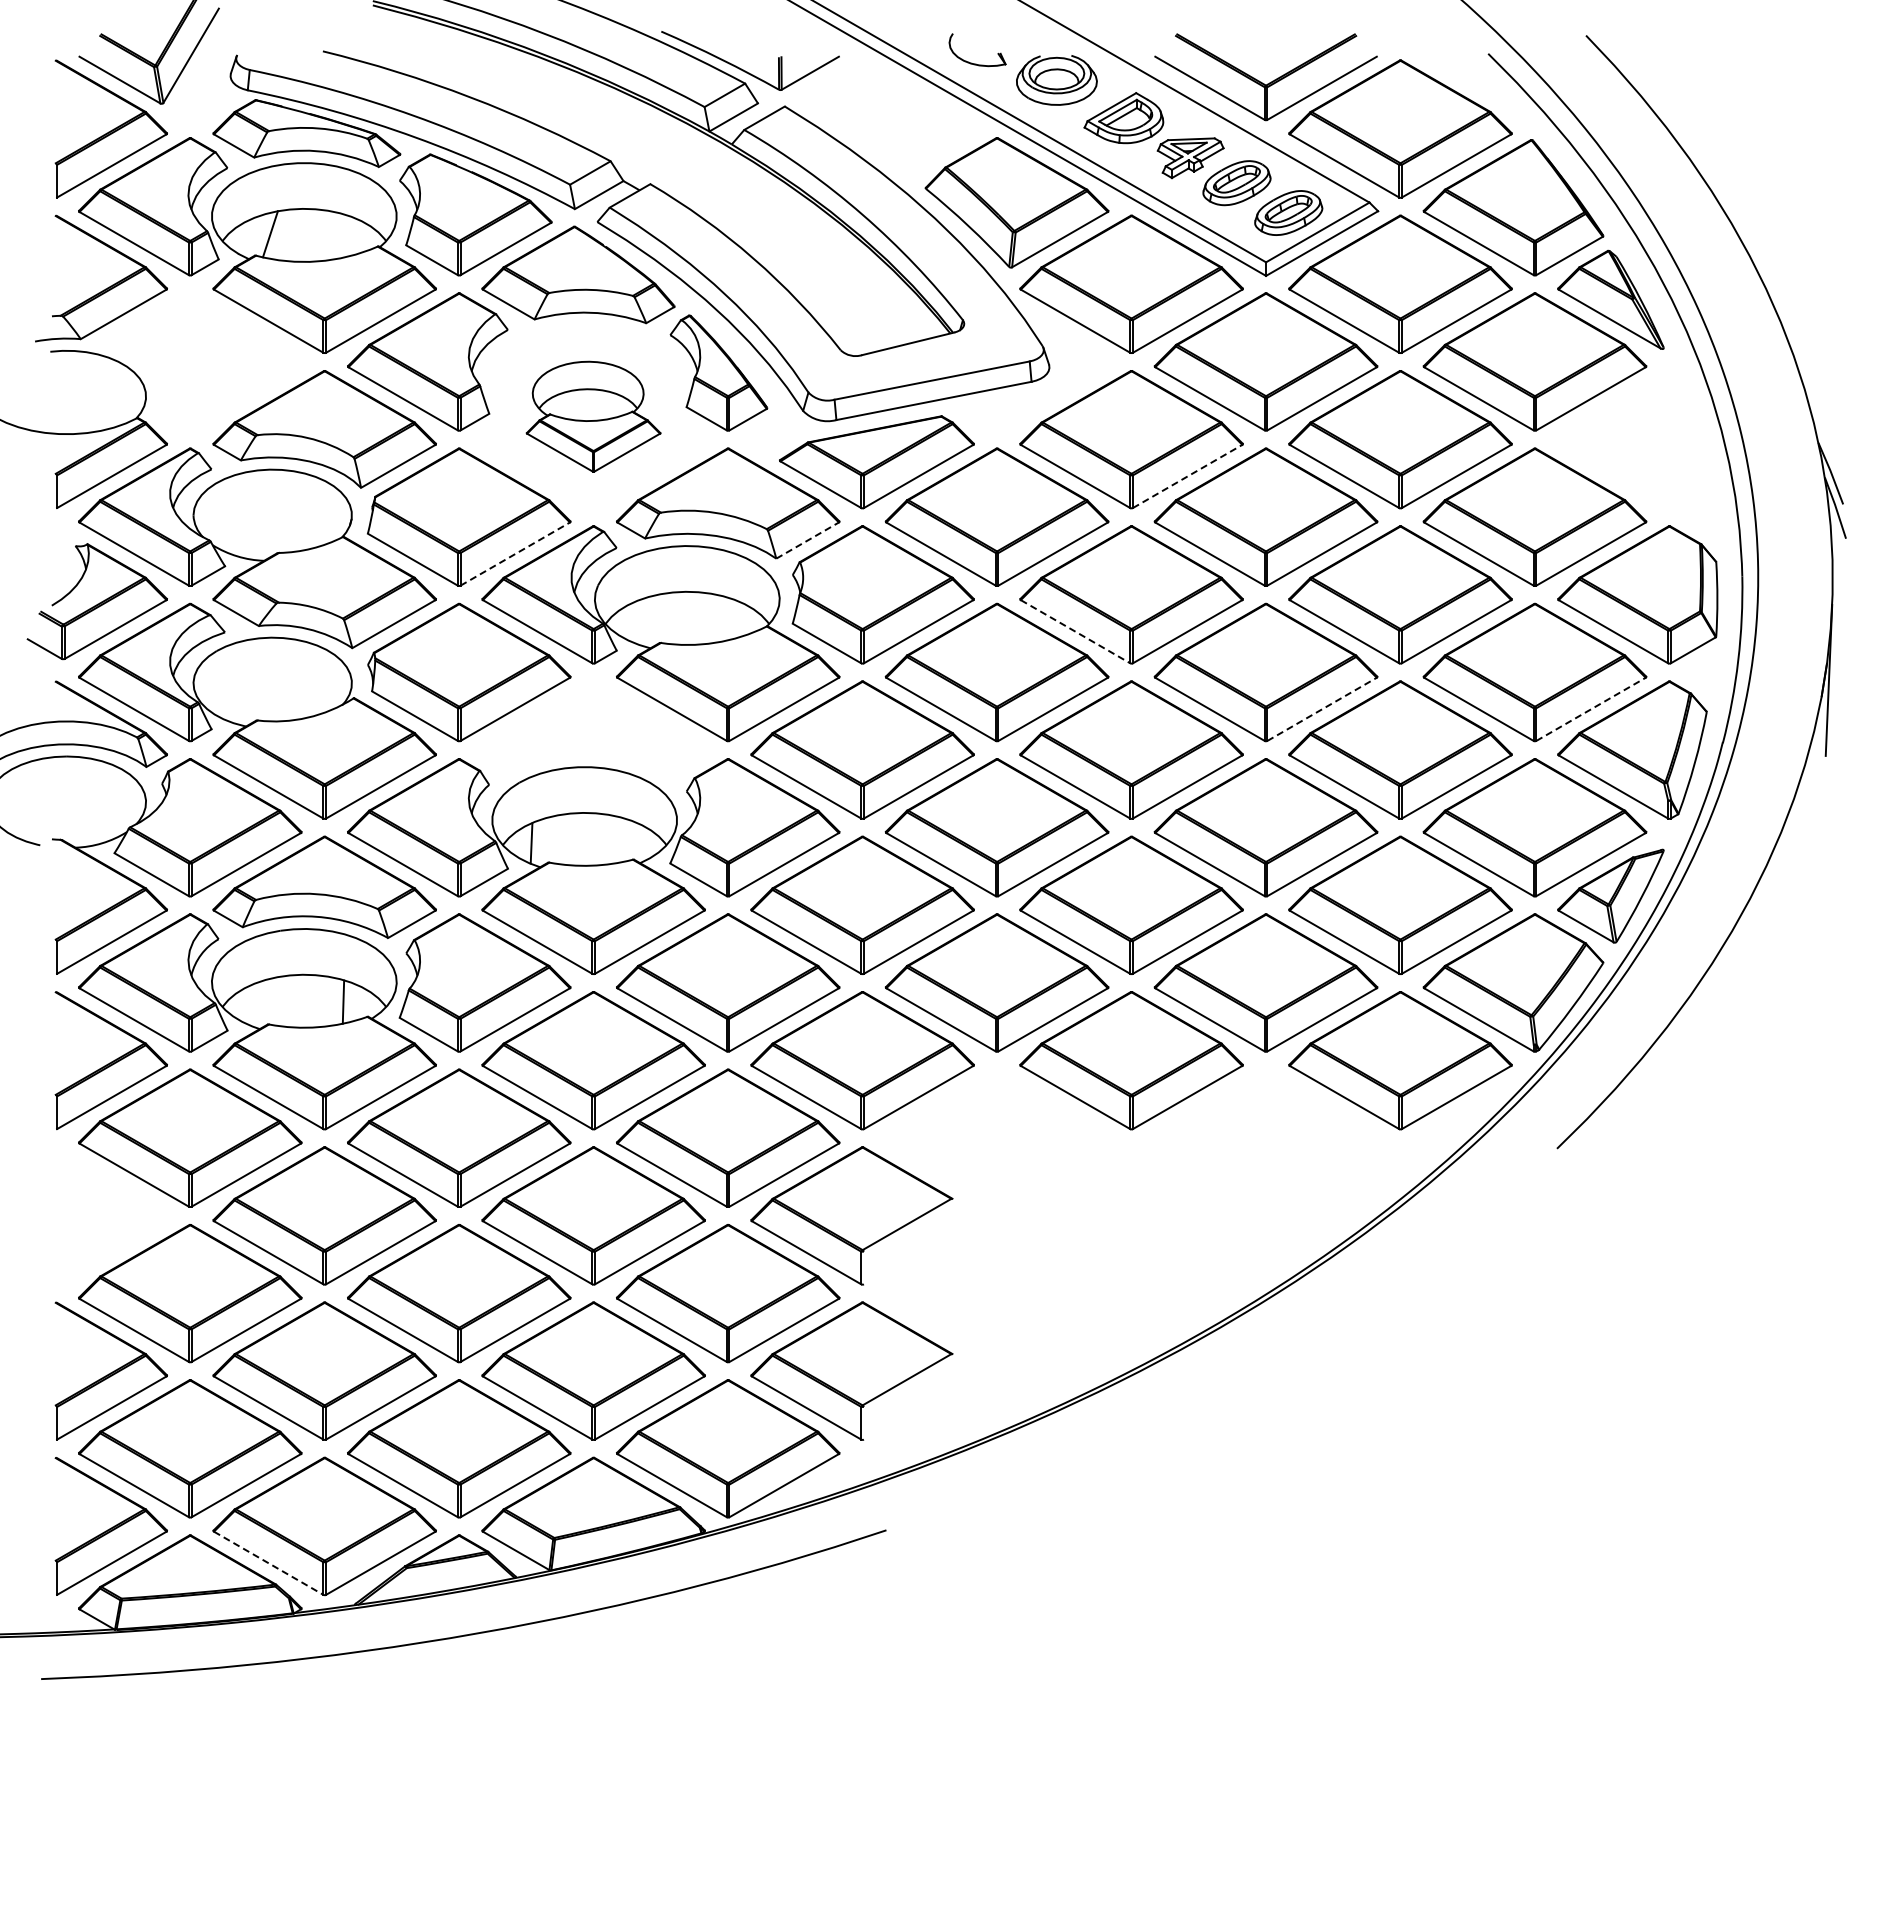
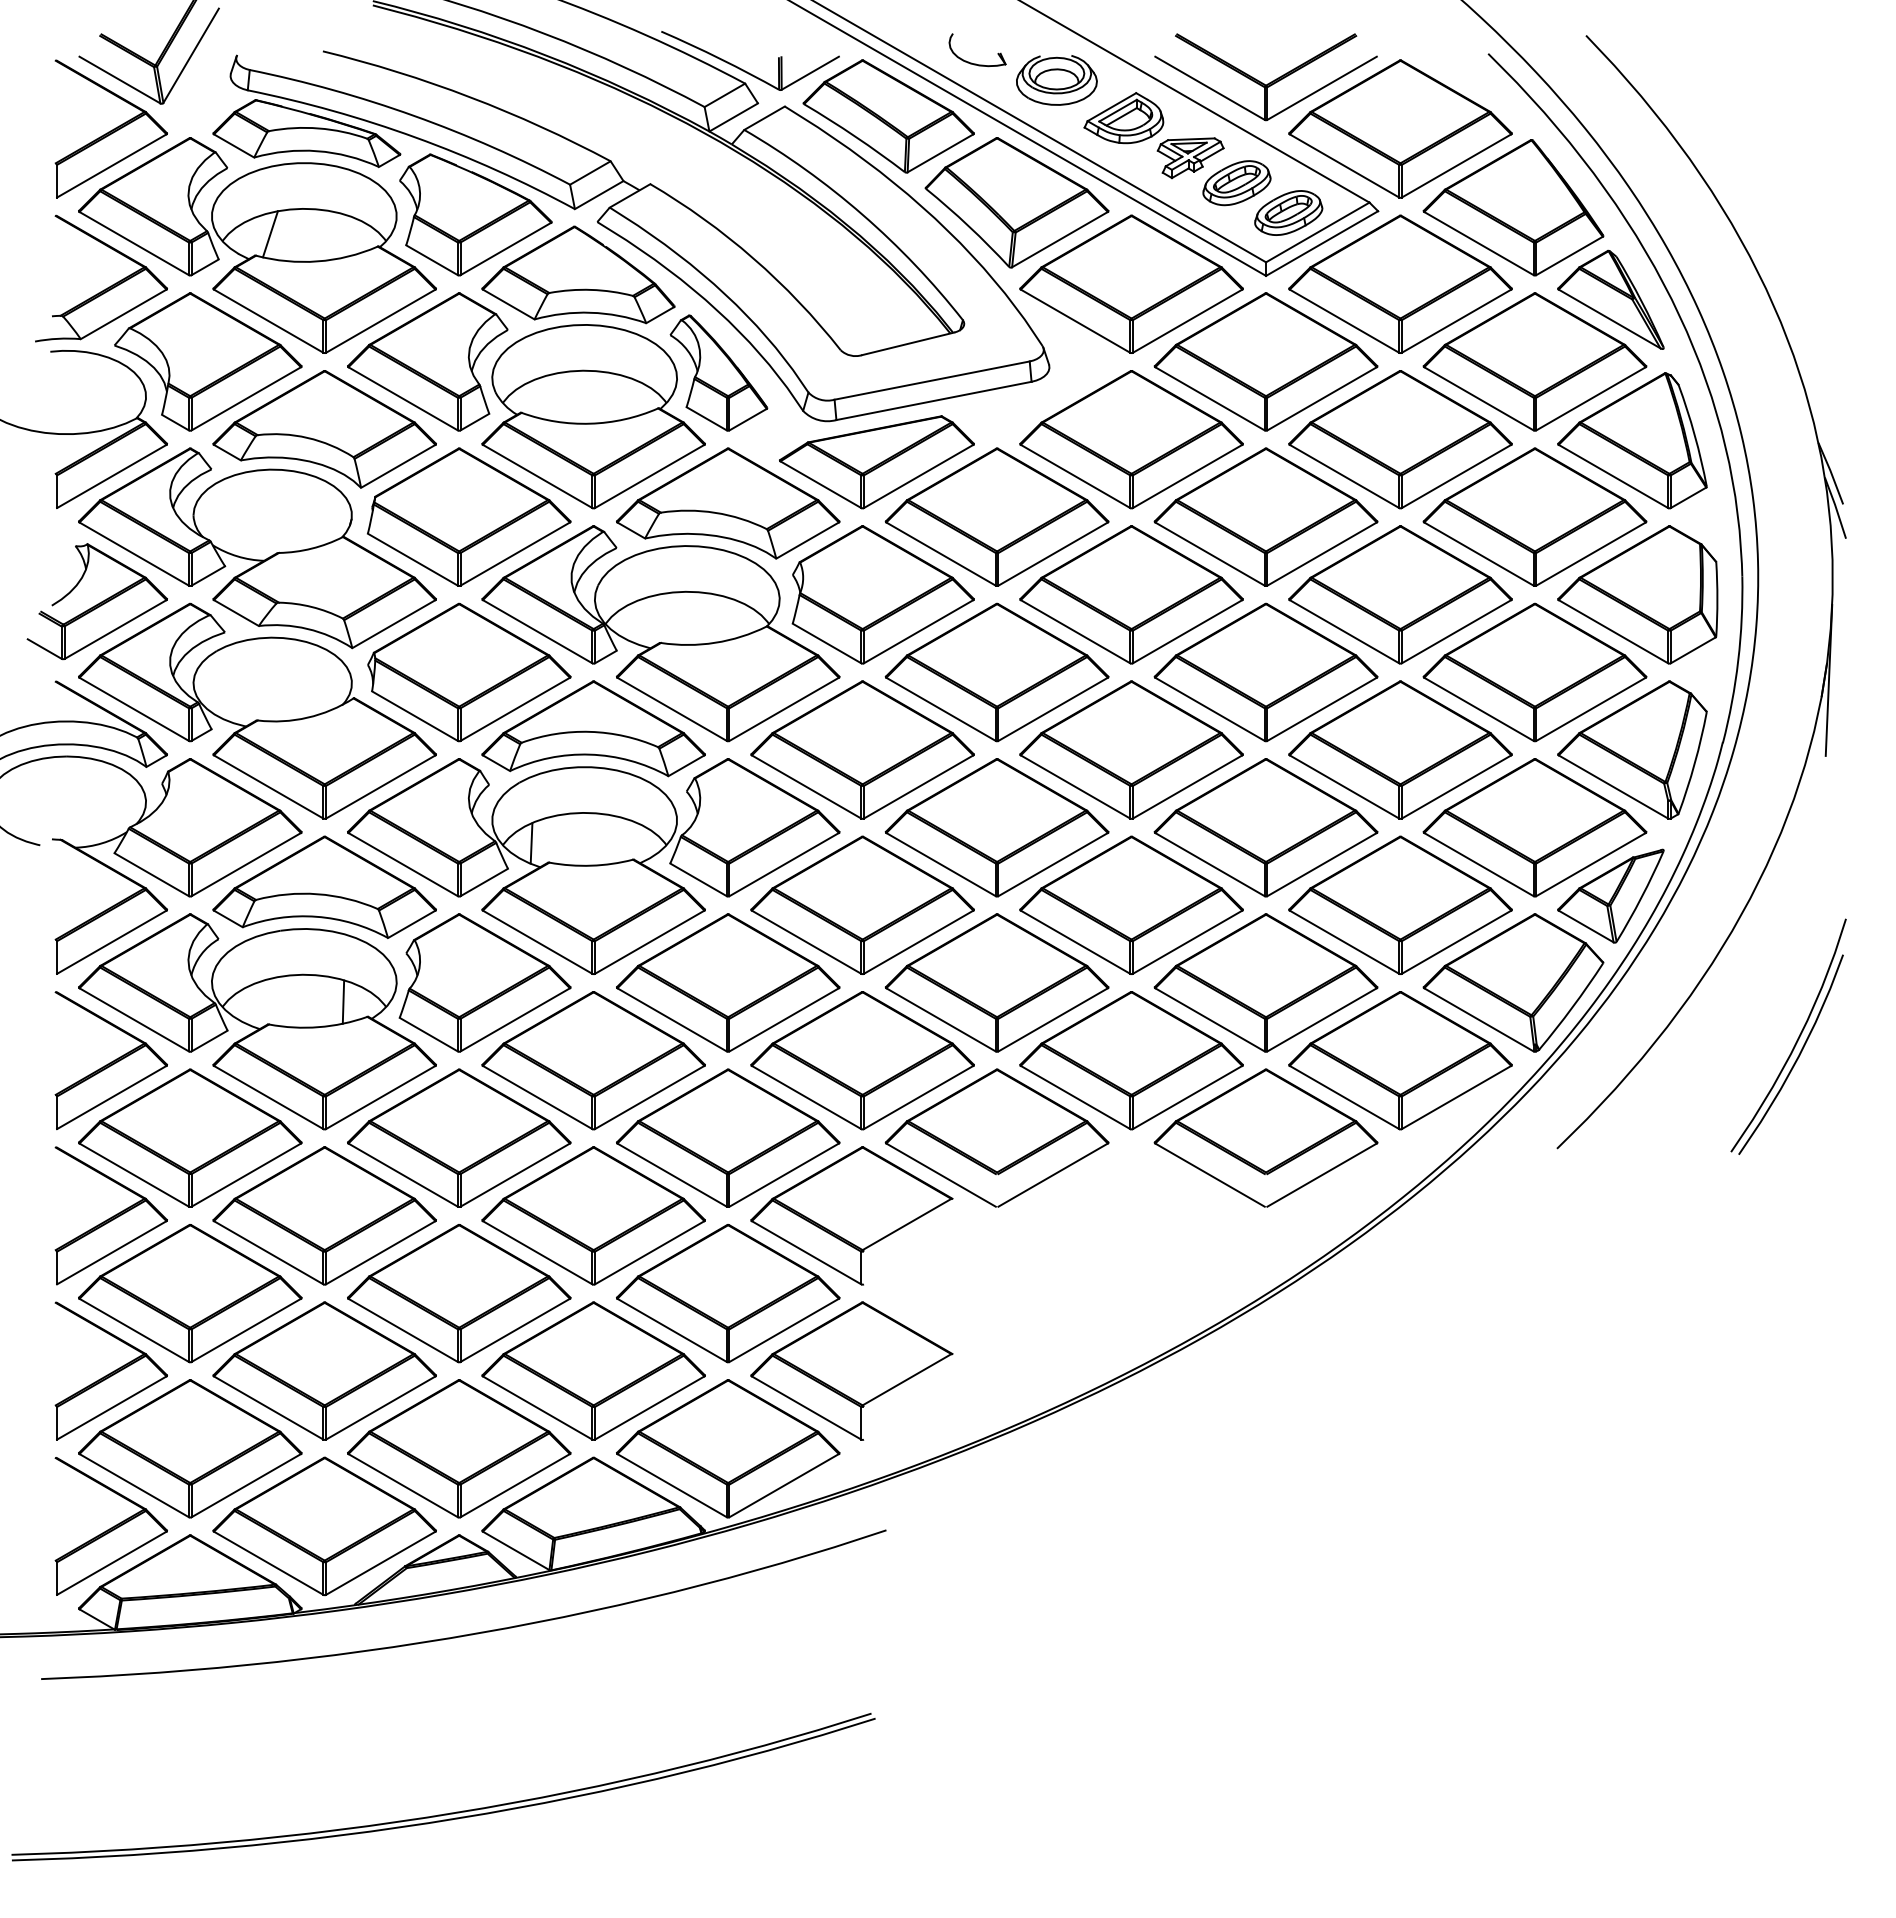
part at (888, 116): none -> present
part at (208, 361): none -> present
part at (593, 416) size: 137x113 px -> 225x186 px
part at (1632, 440): none -> present
line at (1188, 476): dashed -> solid
line at (808, 540): dashed -> solid
line at (515, 553): dashed -> solid
line at (1075, 631): dashed -> solid
line at (1322, 709): dashed -> solid
line at (1591, 709): dashed -> solid
part at (593, 728): none -> present
part at (1796, 1040): none -> present
part at (996, 1137): none -> present
part at (1265, 1137): none -> present
part at (110, 1215): none -> present
line at (269, 1563): dashed -> solid
part at (450, 1812): none -> present
